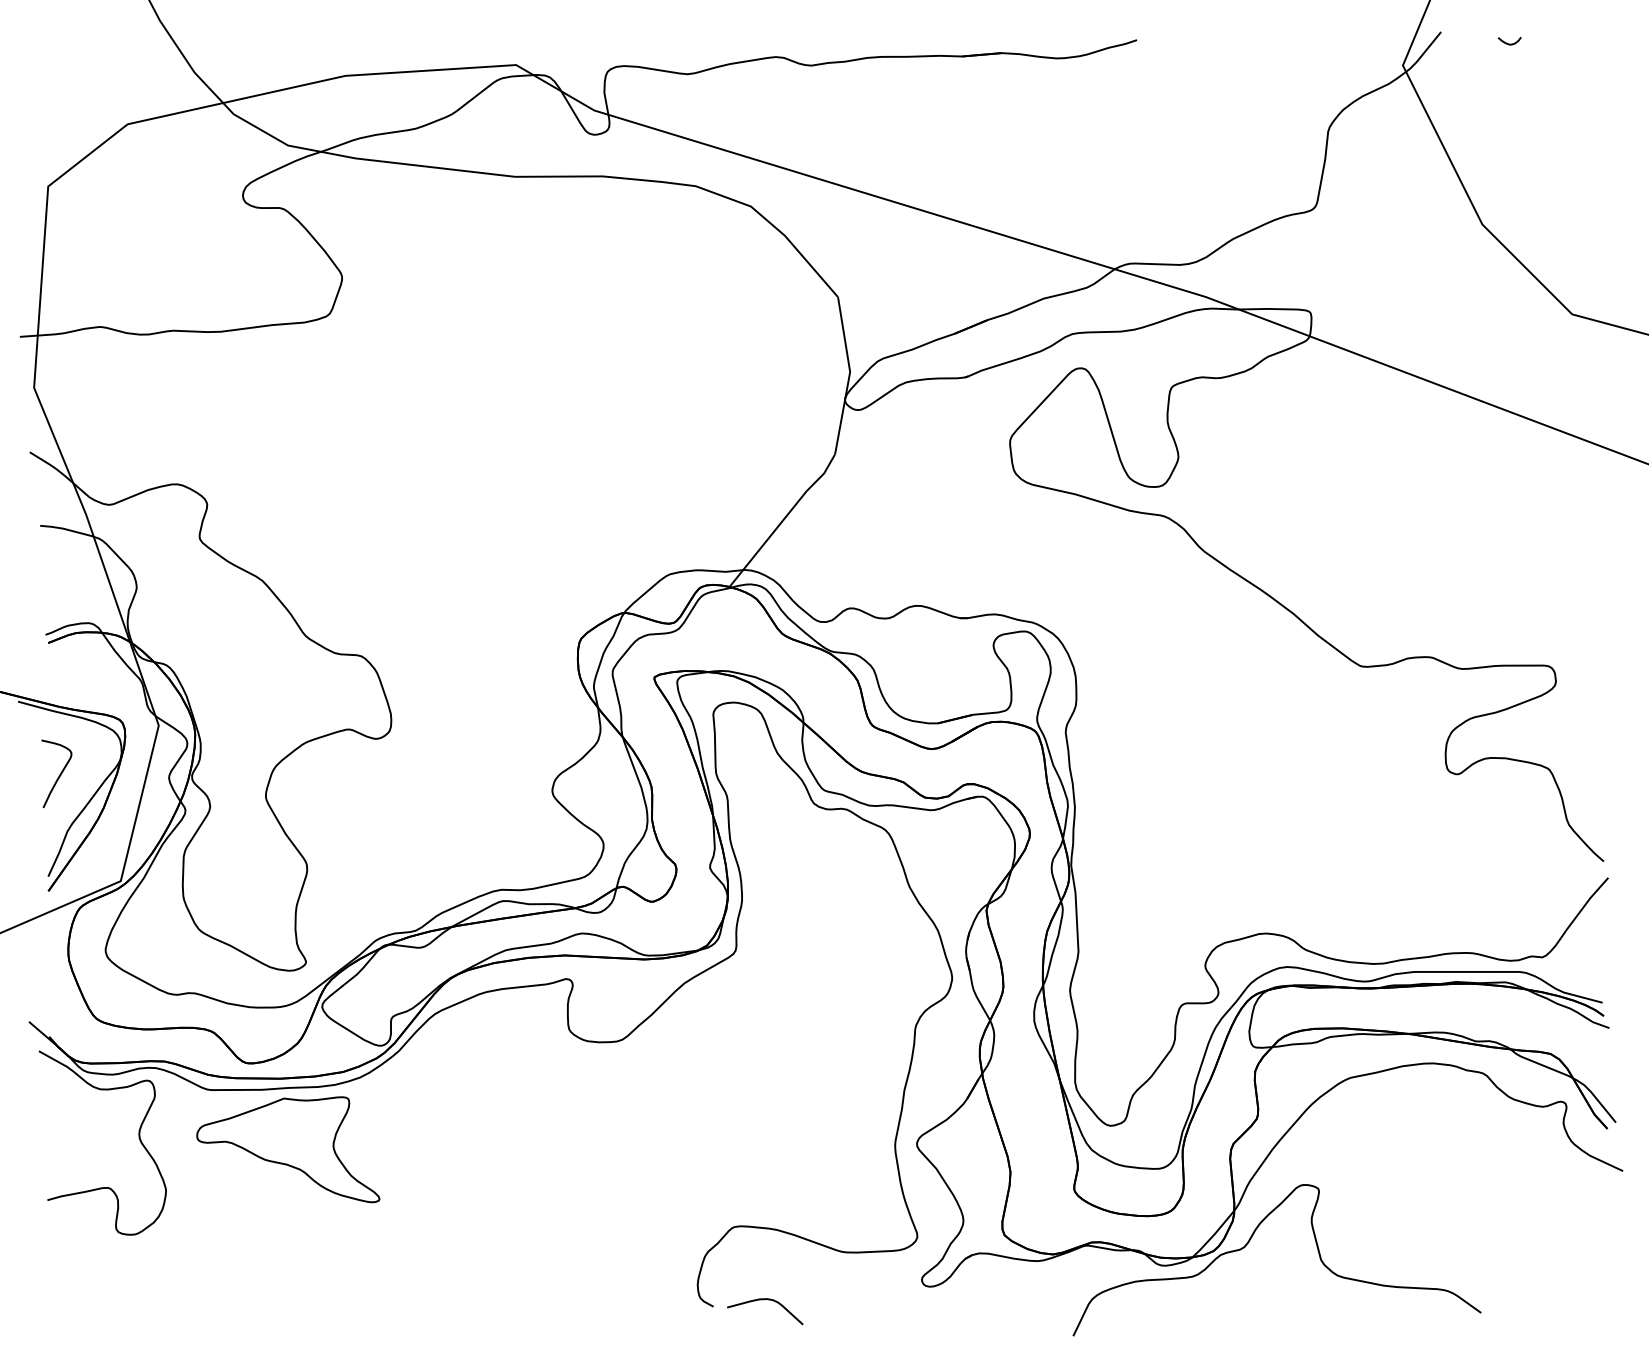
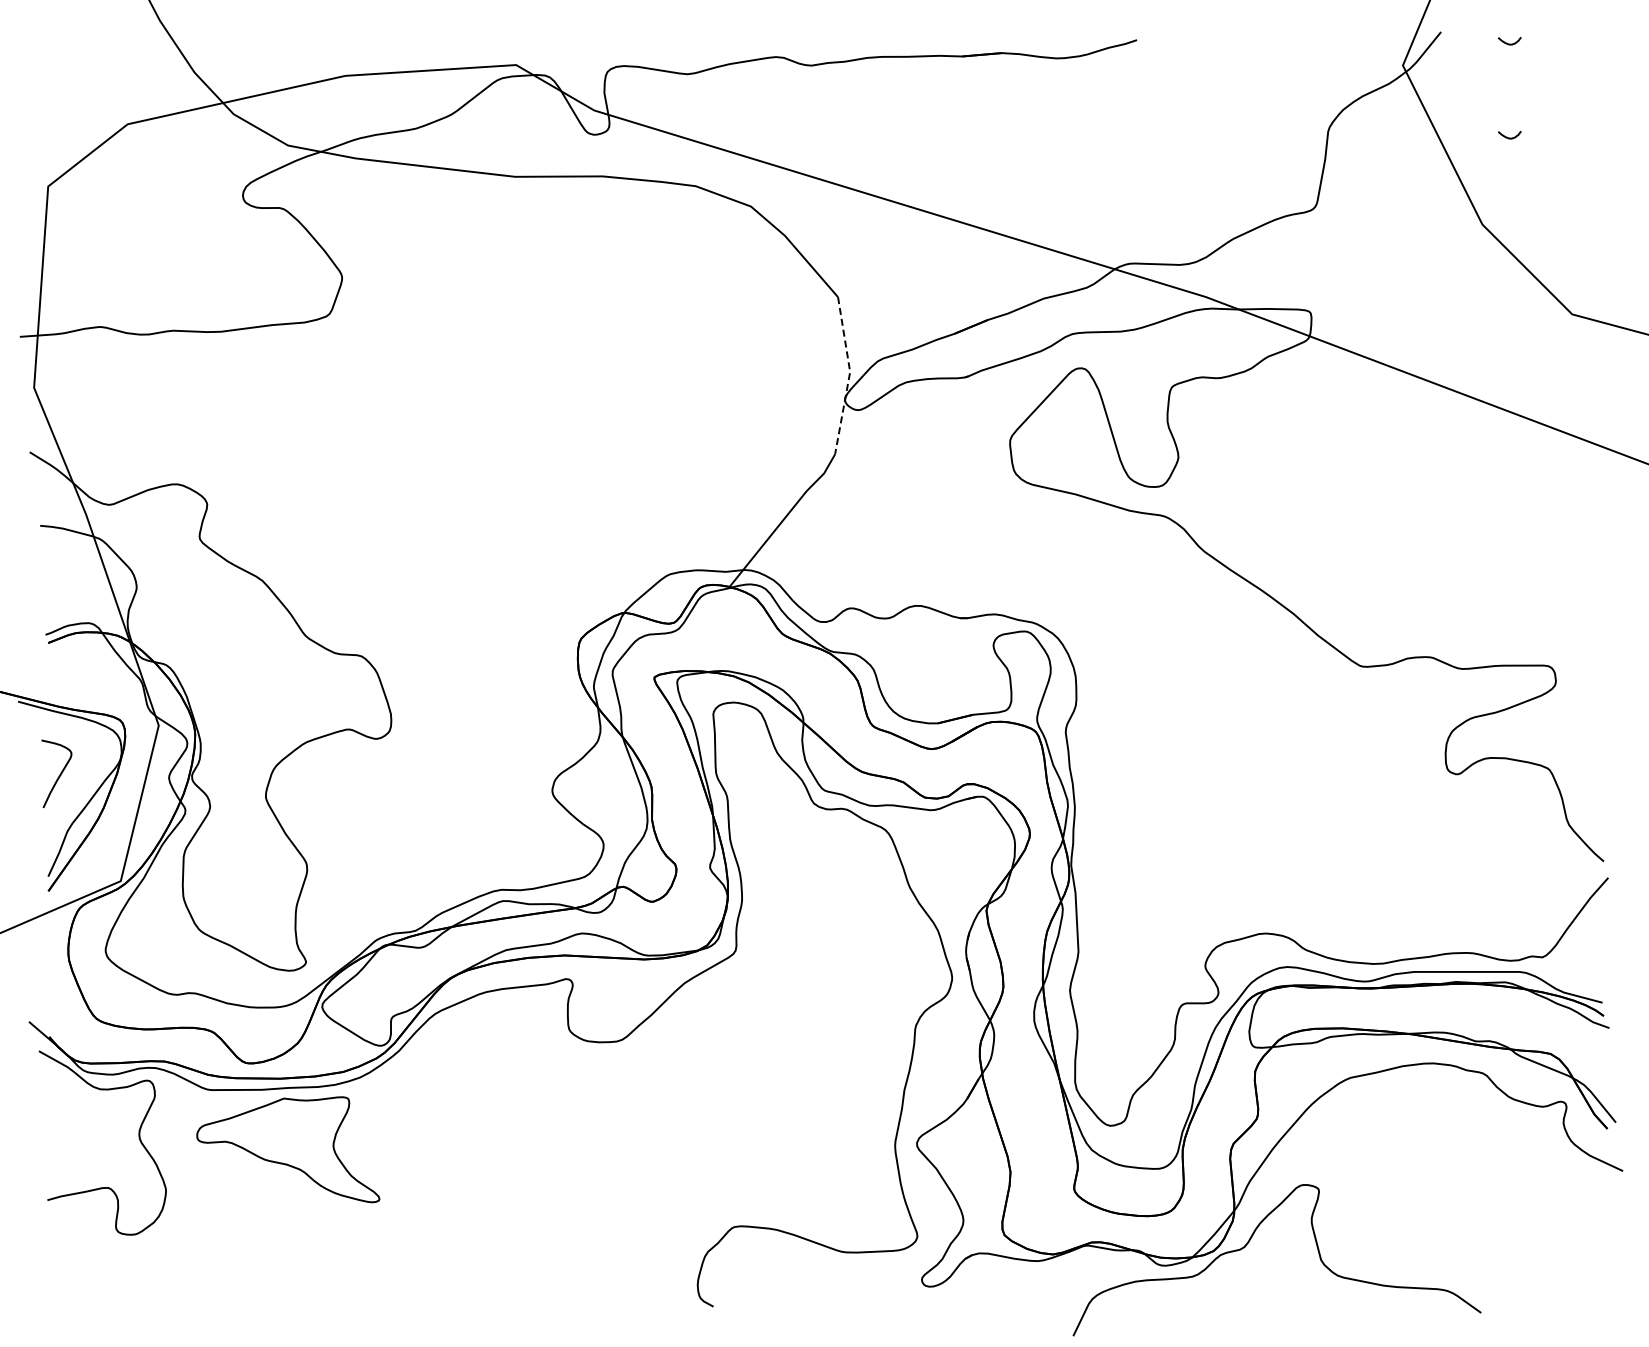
curve at (1509, 137): none -> present
line at (849, 375): solid -> dashed
curve at (764, 1300): present -> none
